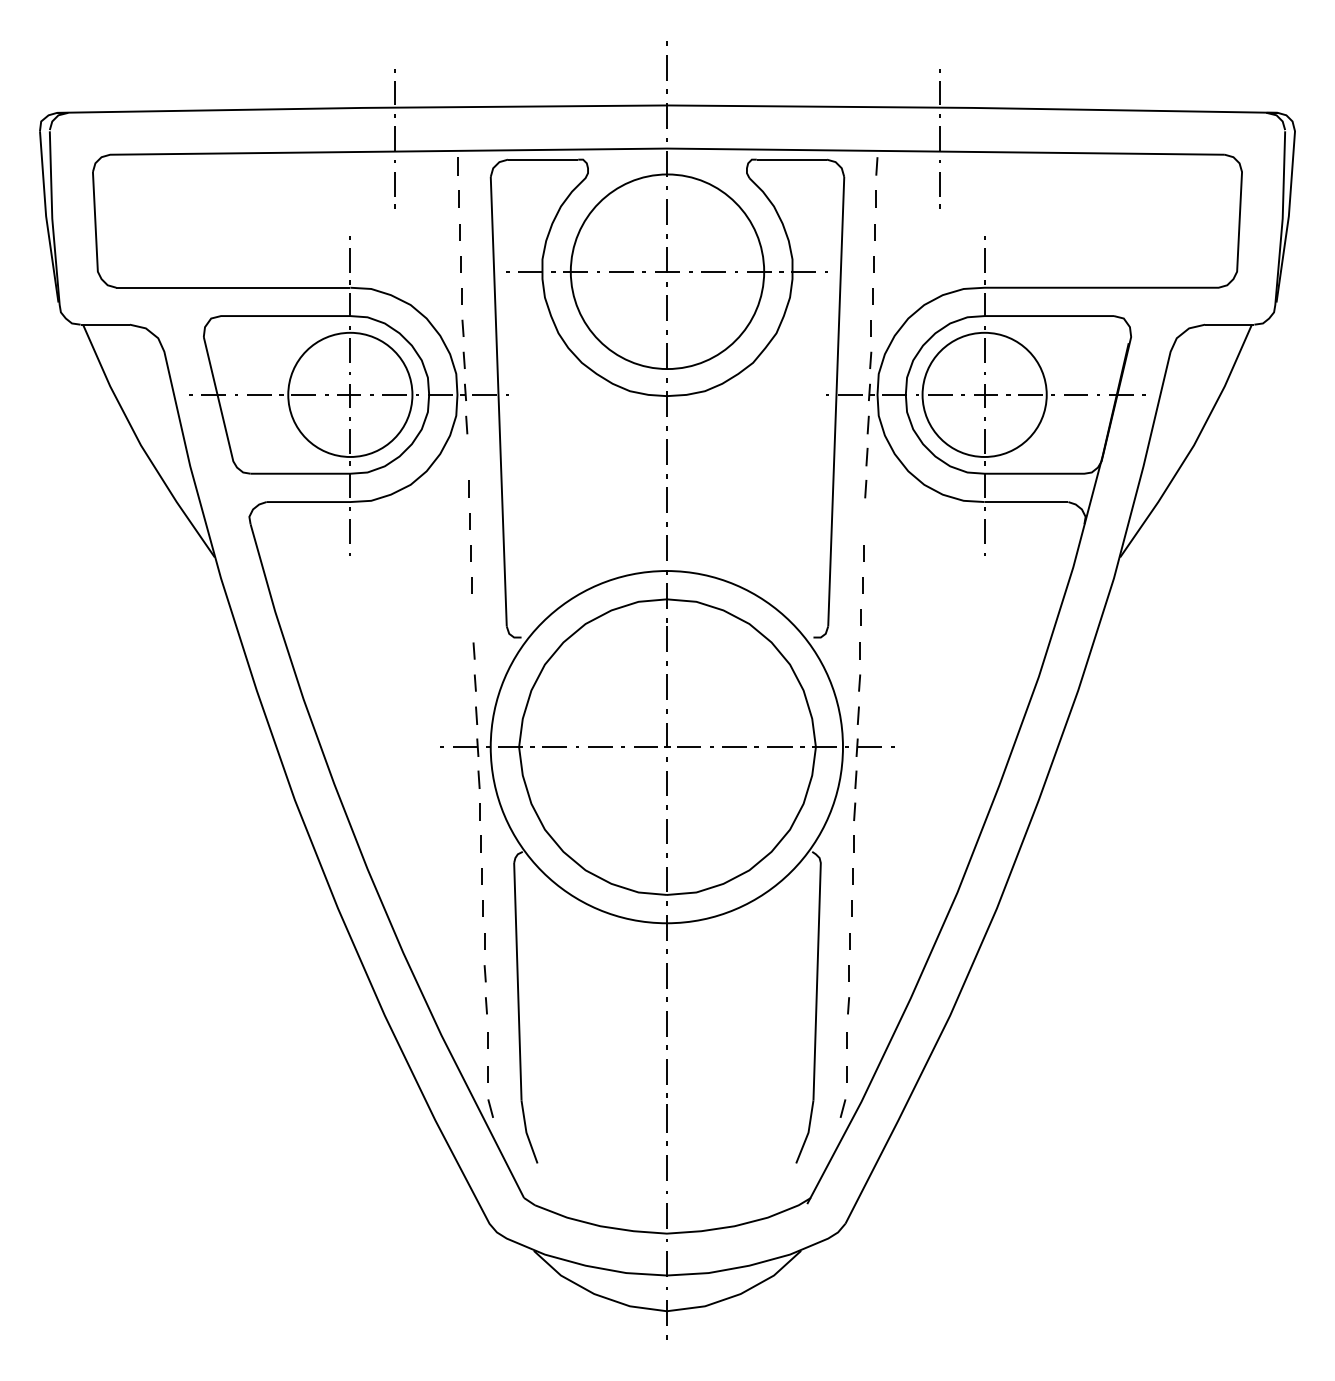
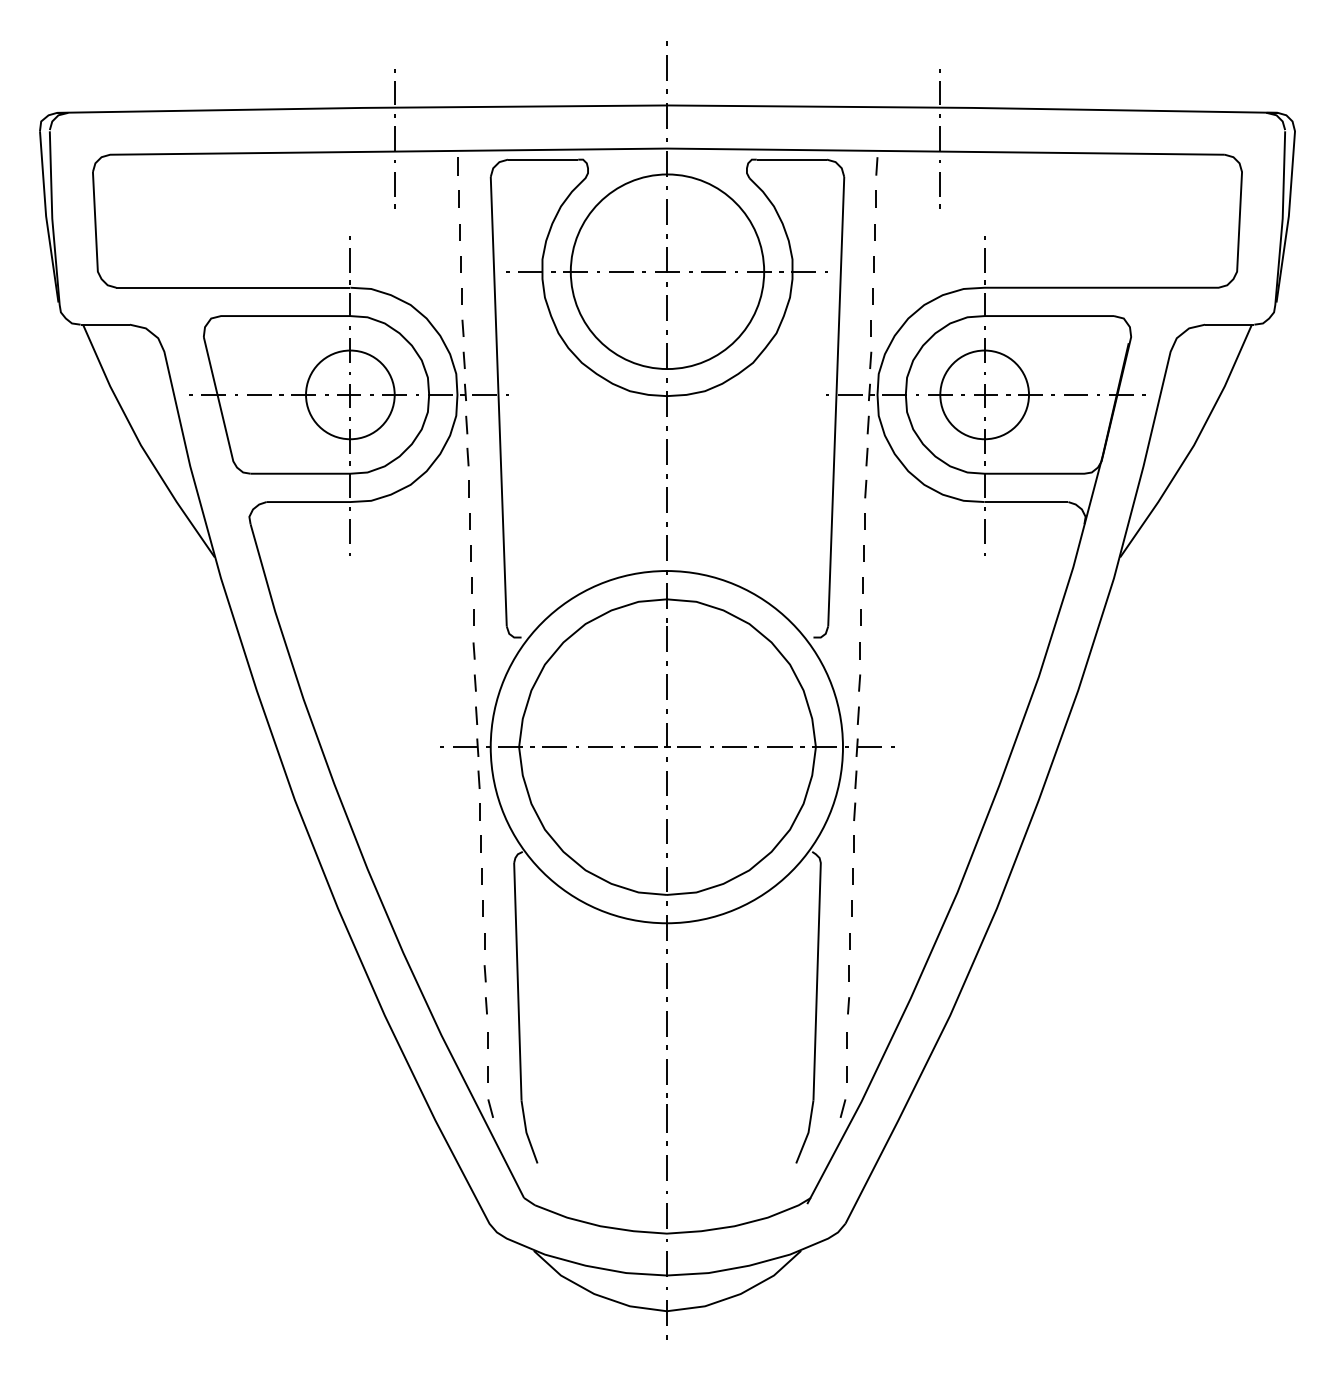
circle at (350, 394) diameter: 124 px -> 89 px
circle at (984, 394) diameter: 124 px -> 89 px
line at (467, 456): none -> present
line at (864, 521): none -> present
line at (473, 617): none -> present
